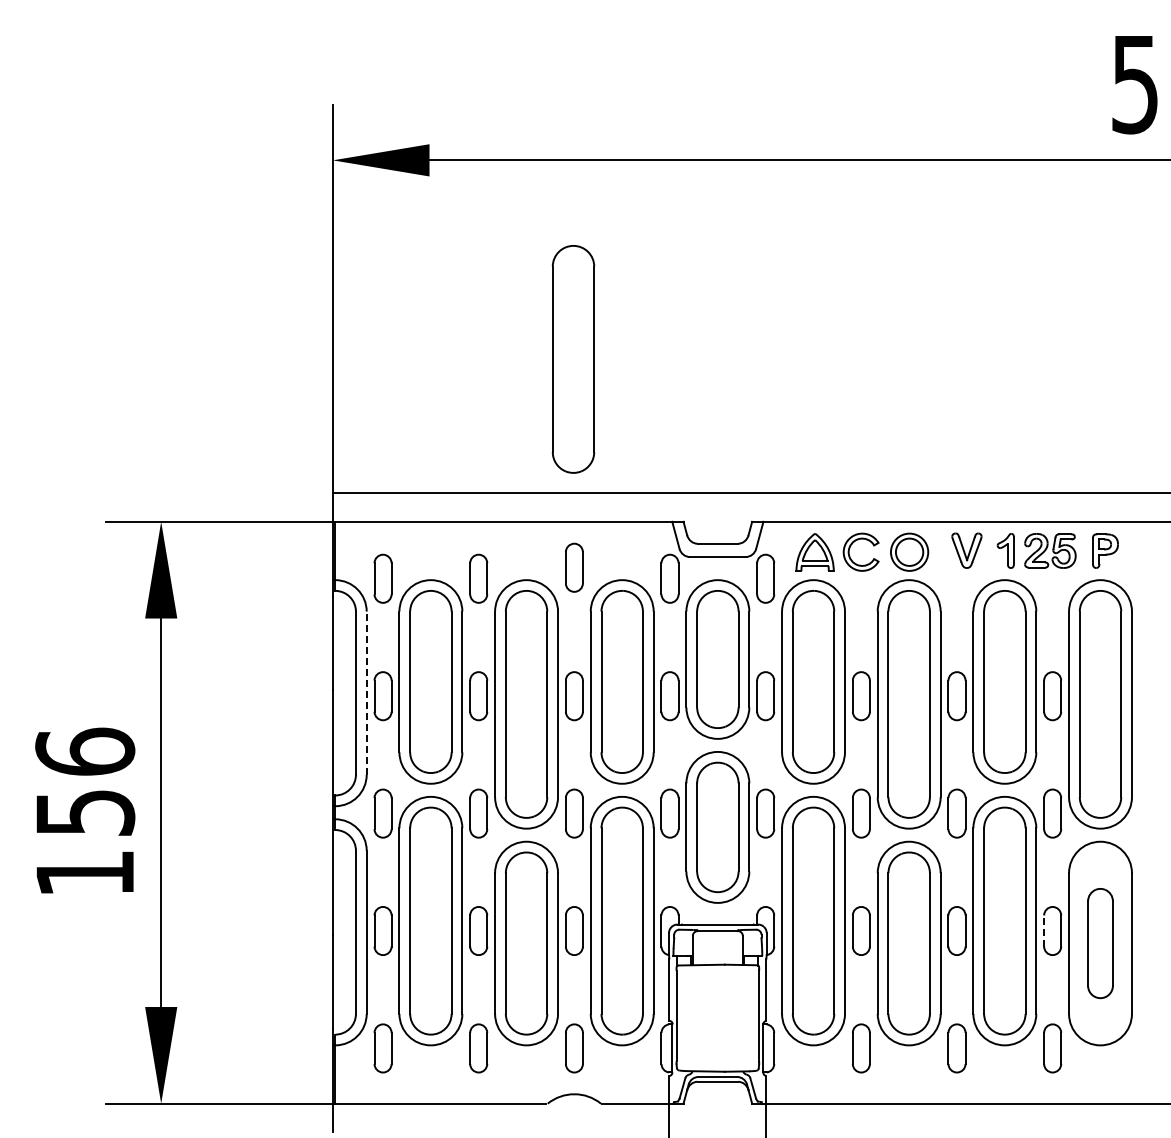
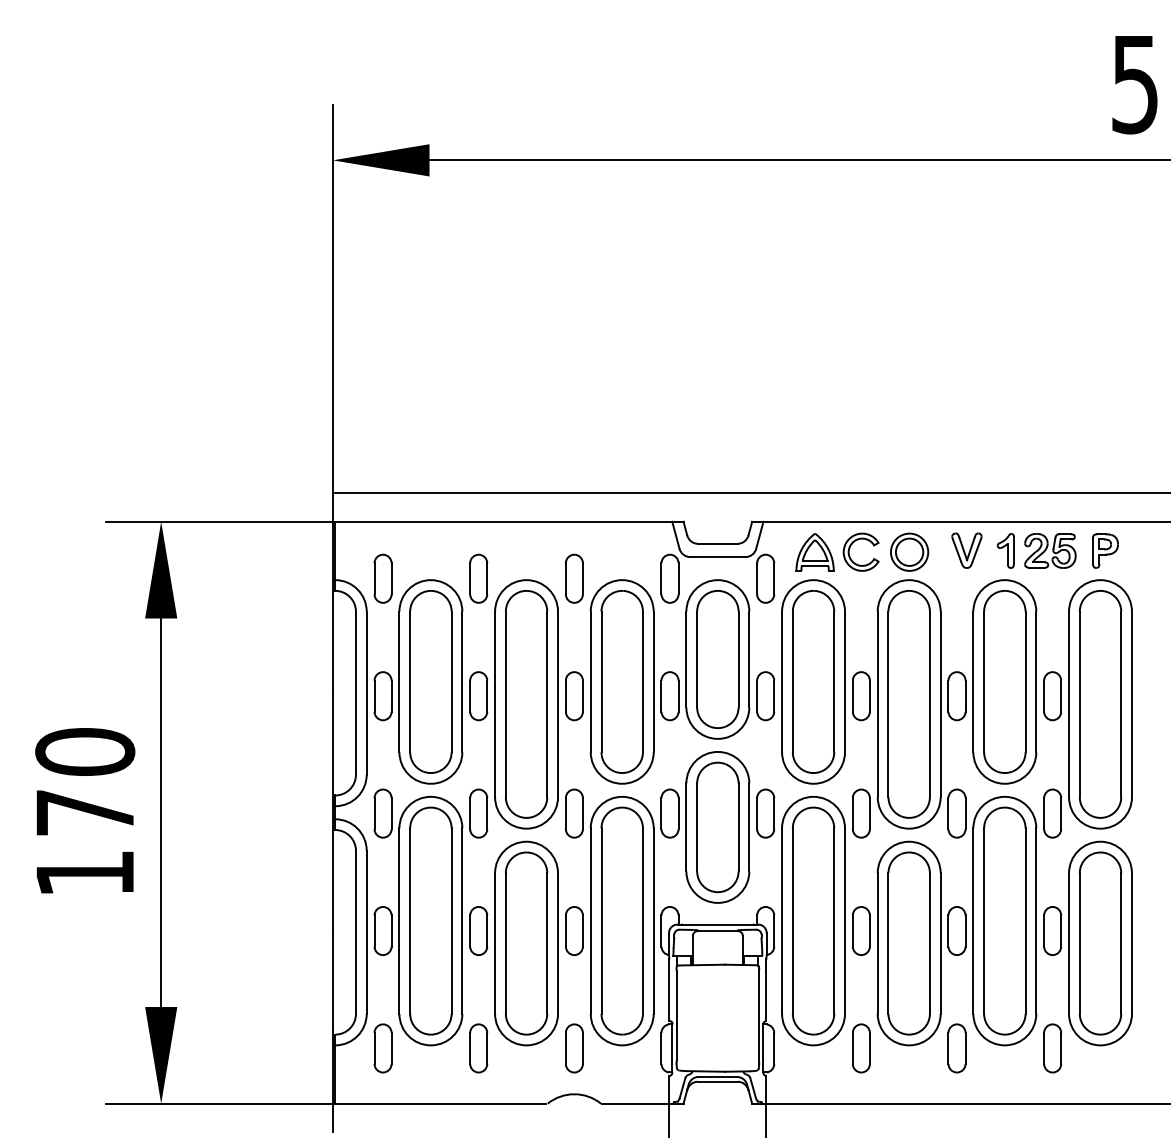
part at (573, 359): present -> none
part at (574, 567) position: (574, 567) -> (574, 578)
line at (366, 693): dashed -> solid
text at (85, 781): 156 -> 170
line at (1044, 931): dashed -> solid
part at (1100, 943) size: 27x112 px -> 45x185 px
